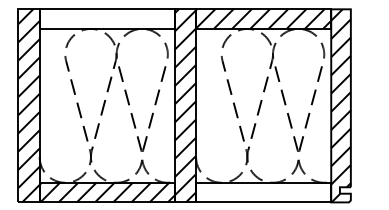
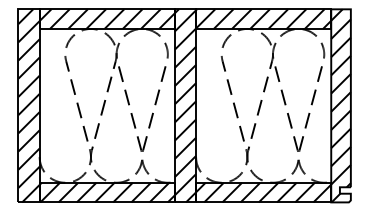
hatch at (106, 18): none -> present
hatch at (263, 192): none -> present
